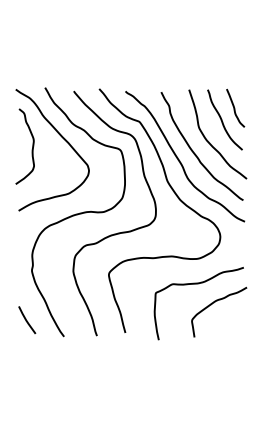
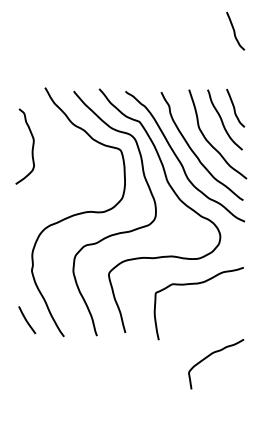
curve at (234, 30): none -> present
curve at (63, 139): present -> none
curve at (215, 302) position: (215, 302) -> (212, 354)
